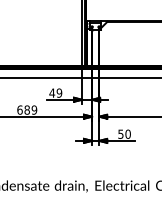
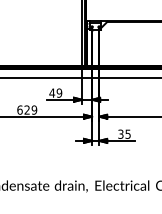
text at (26, 109): 689 -> 629
text at (124, 133): 50 -> 35
